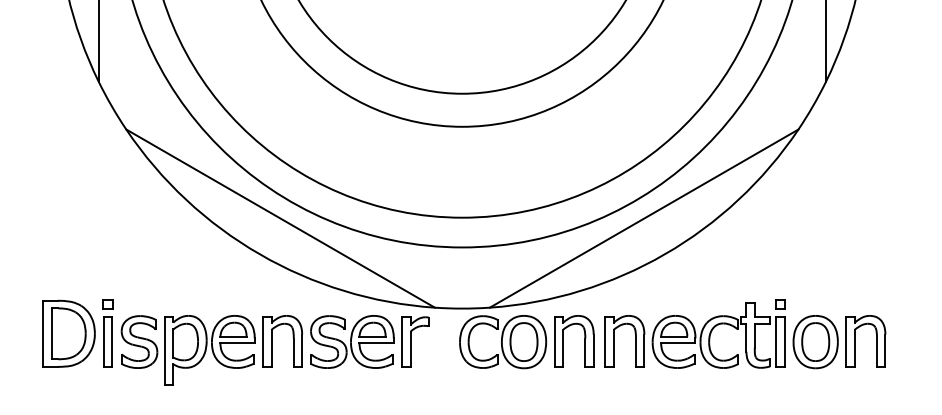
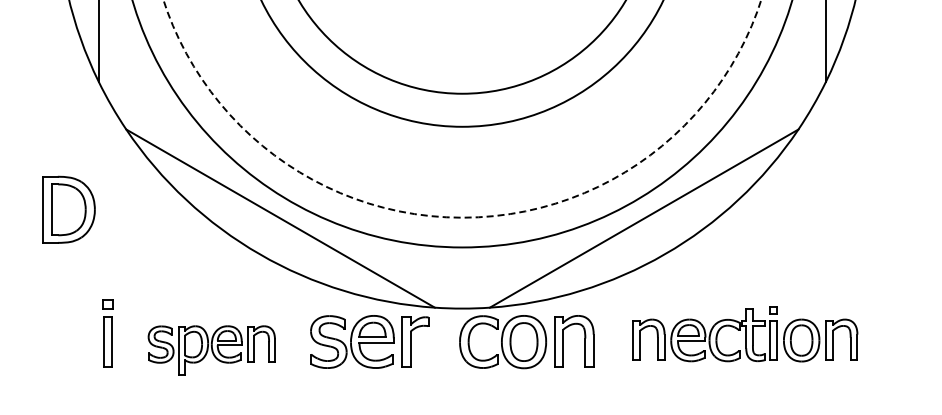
circle at (462, 108): solid -> dashed
part at (68, 333) position: (68, 333) -> (68, 209)
part at (745, 334) size: 283x71 px -> 227x57 px
part at (211, 350) size: 183x71 px -> 129x51 px
